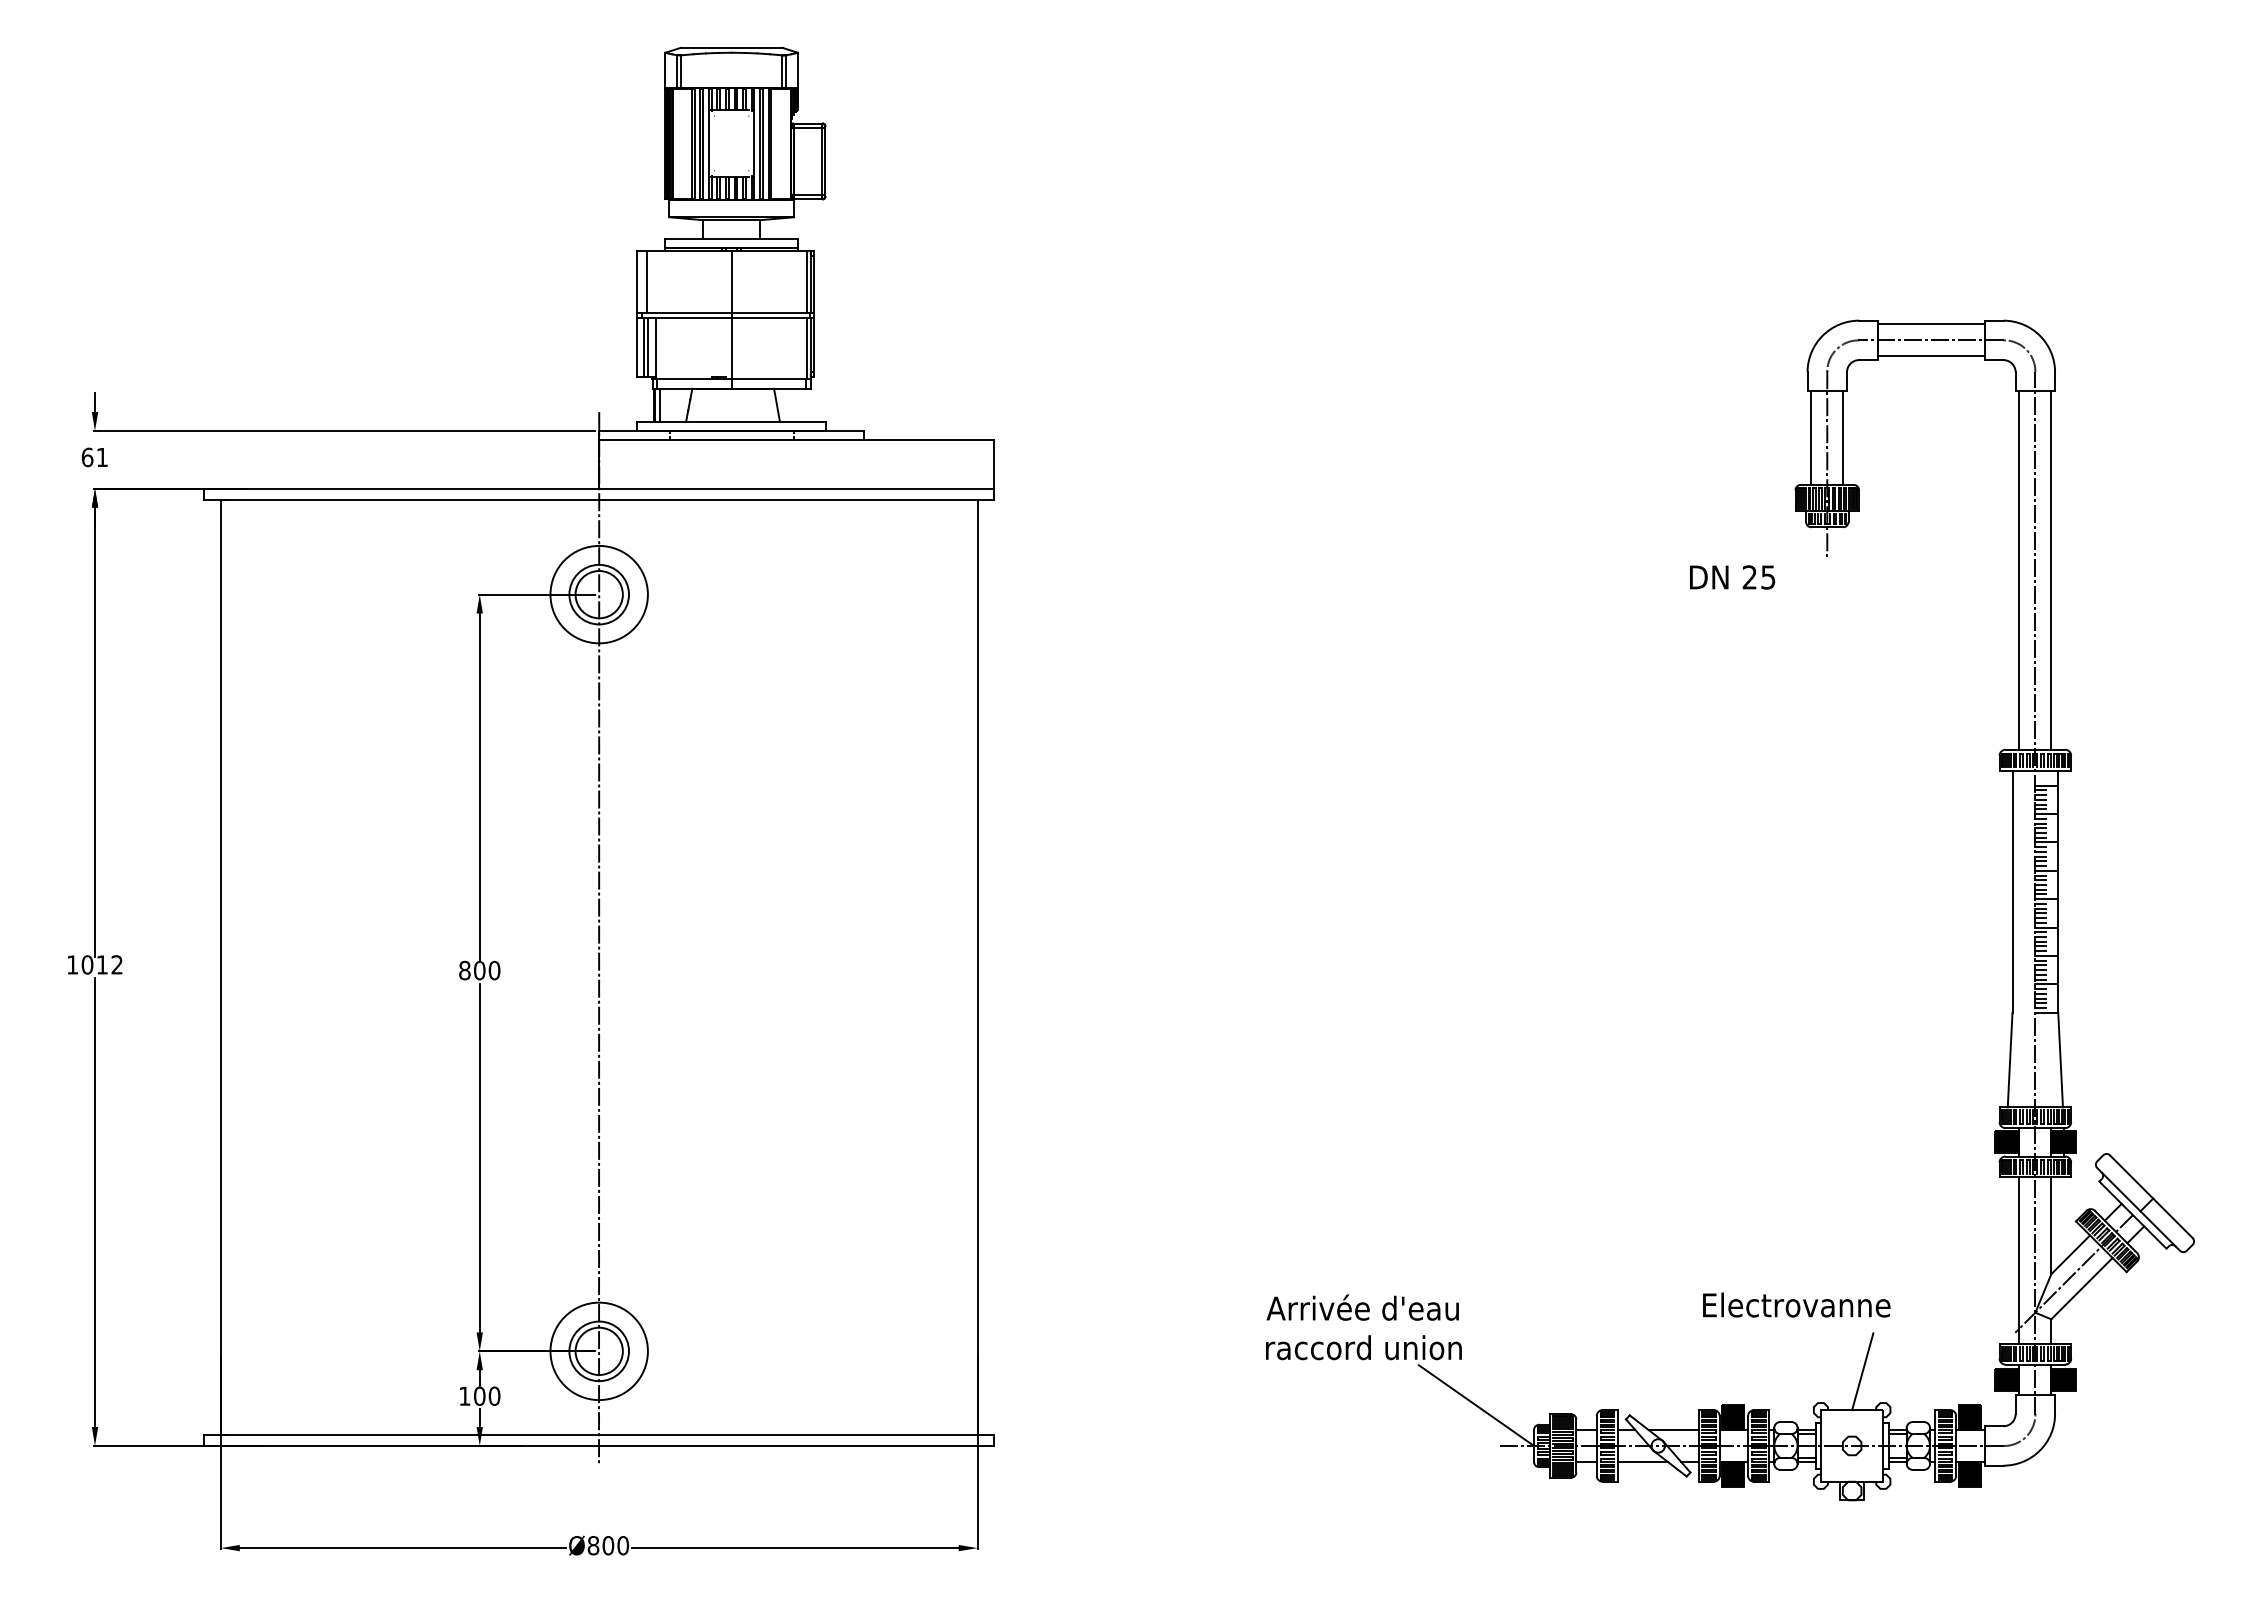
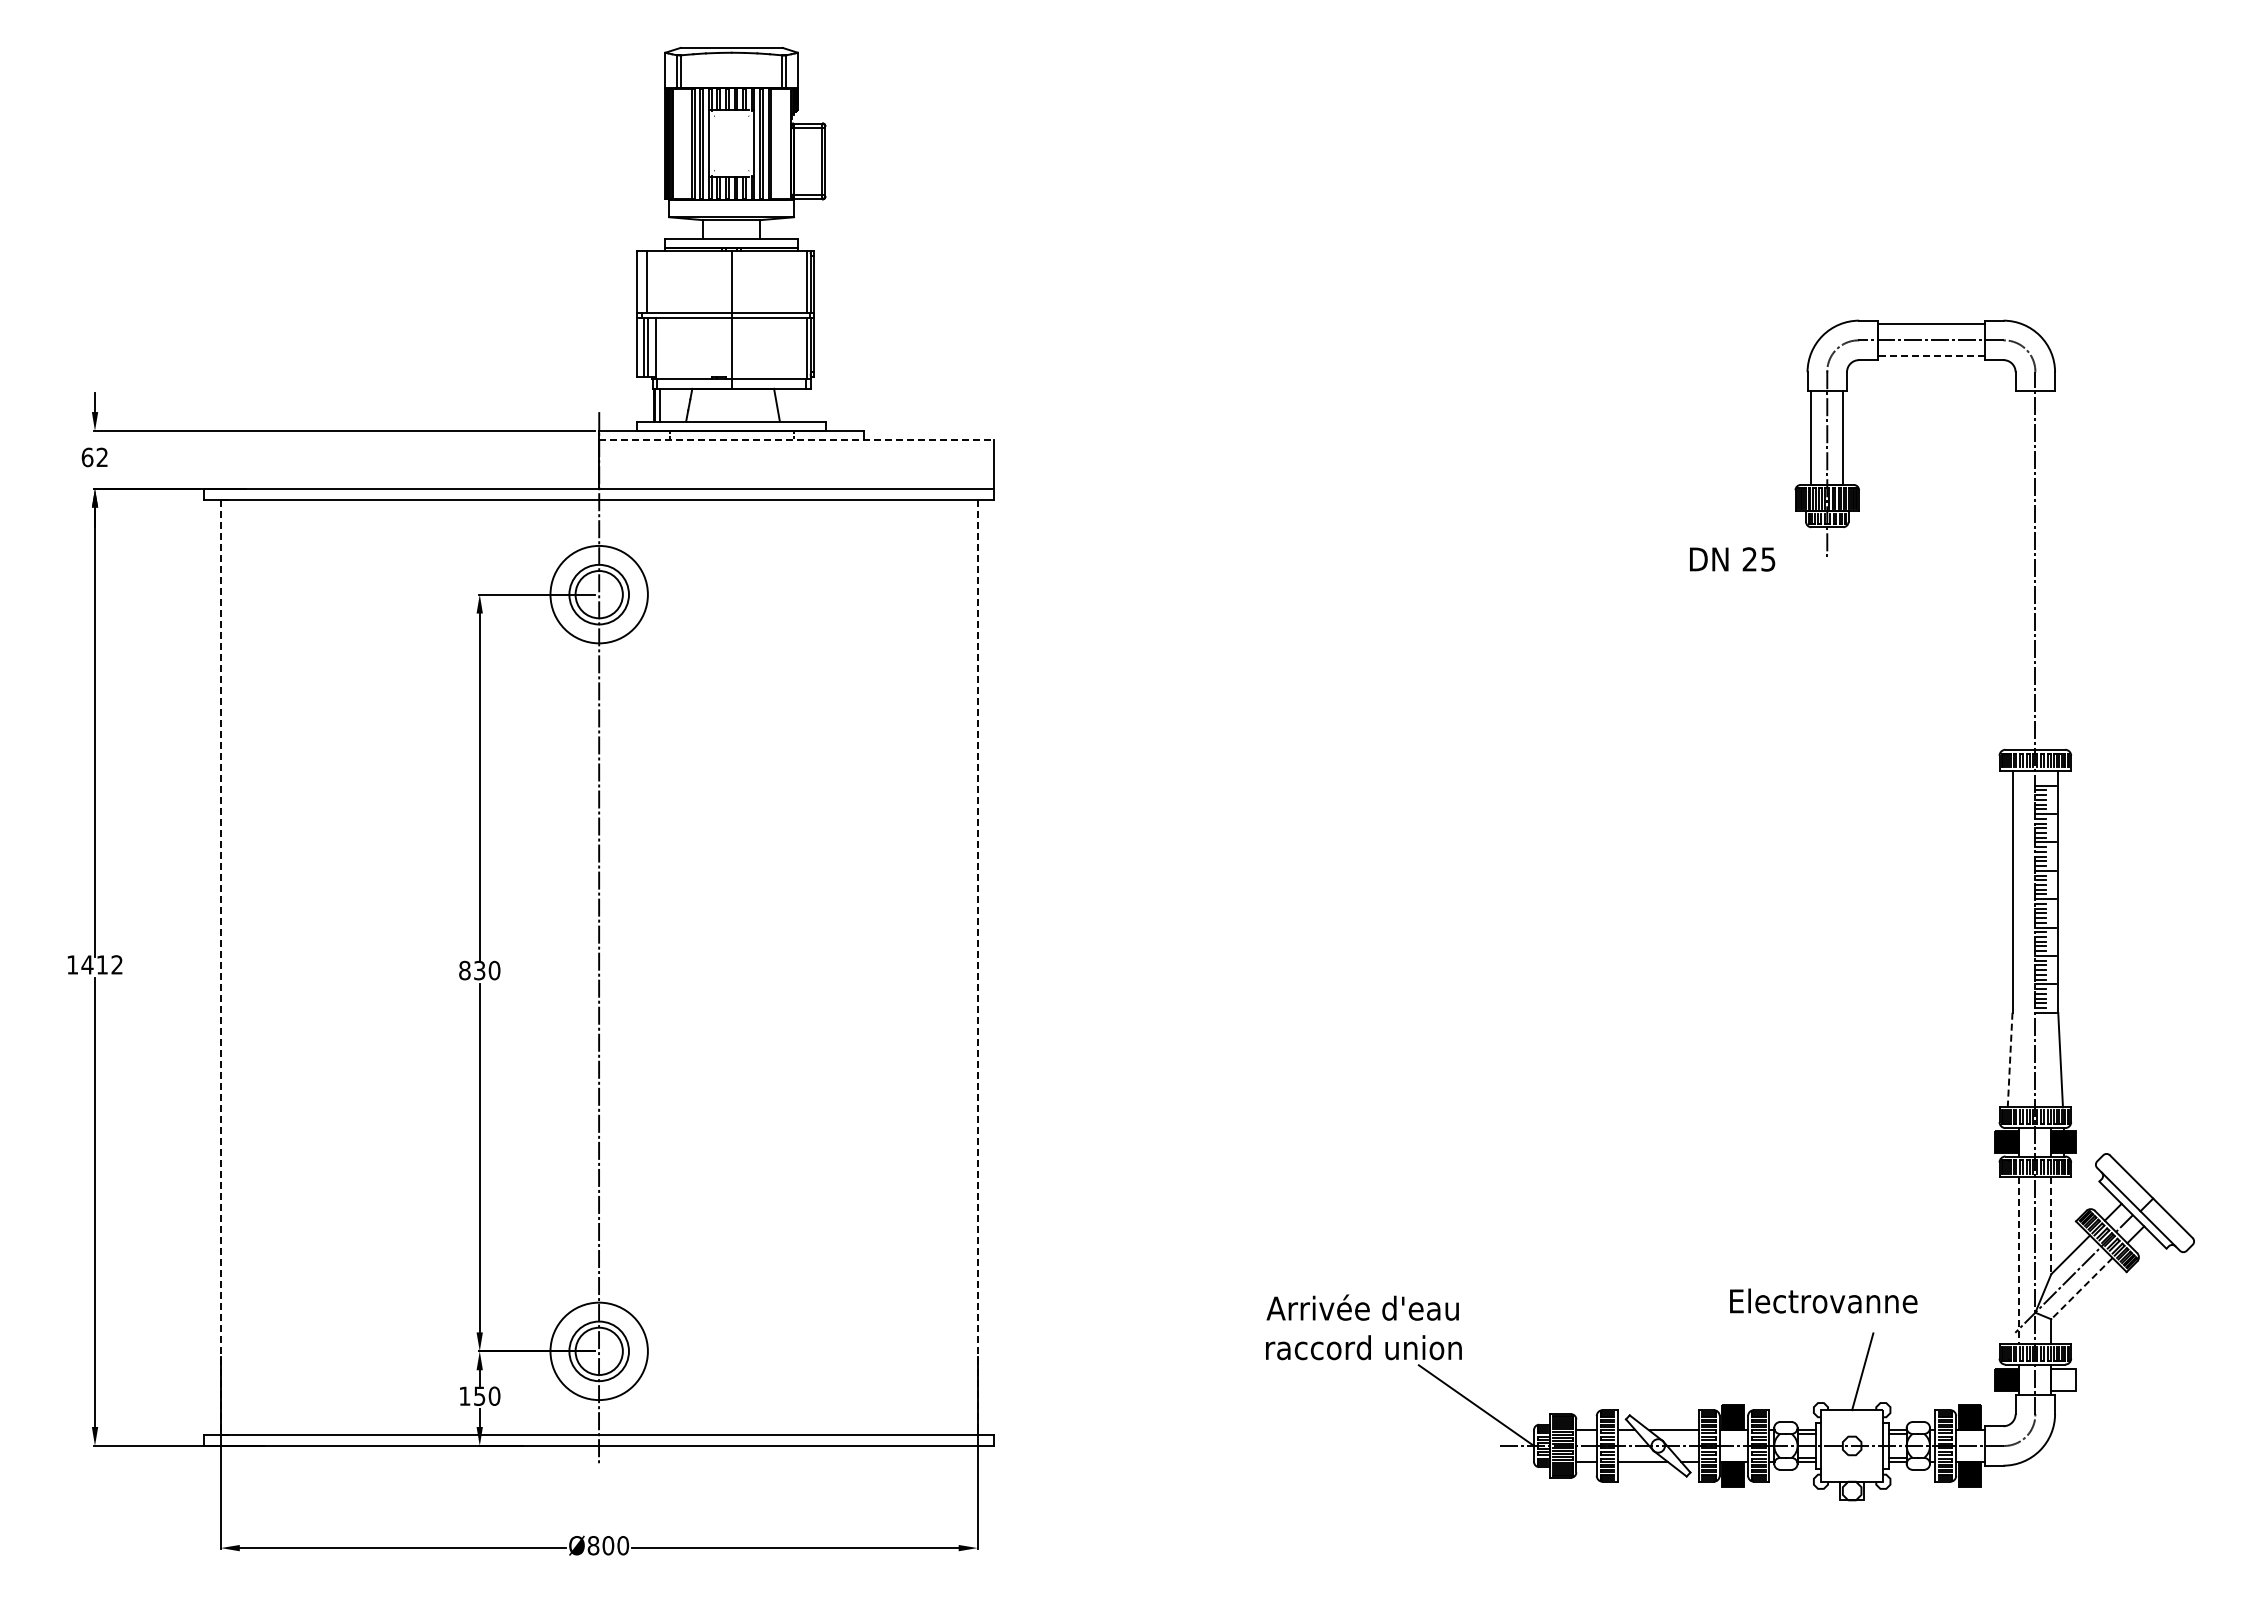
line at (1930, 356): solid -> dashed
line at (797, 440): solid -> dashed
text at (101, 456): 61 -> 62
line at (2019, 570): present -> none
line at (2051, 570): present -> none
text at (1732, 577) position: (1732, 577) -> (1732, 559)
text at (87, 964): 1012 -> 1412
line at (220, 967): solid -> dashed
line at (977, 967): solid -> dashed
text at (479, 970): 800 -> 830
line at (2010, 1060): solid -> dashed
line at (2051, 1226): solid -> dashed
line at (2019, 1261): solid -> dashed
line at (2081, 1289): solid -> dashed
text at (1796, 1304) position: (1796, 1304) -> (1823, 1300)
fill at (2063, 1379): present -> none
text at (479, 1395): 100 -> 150
